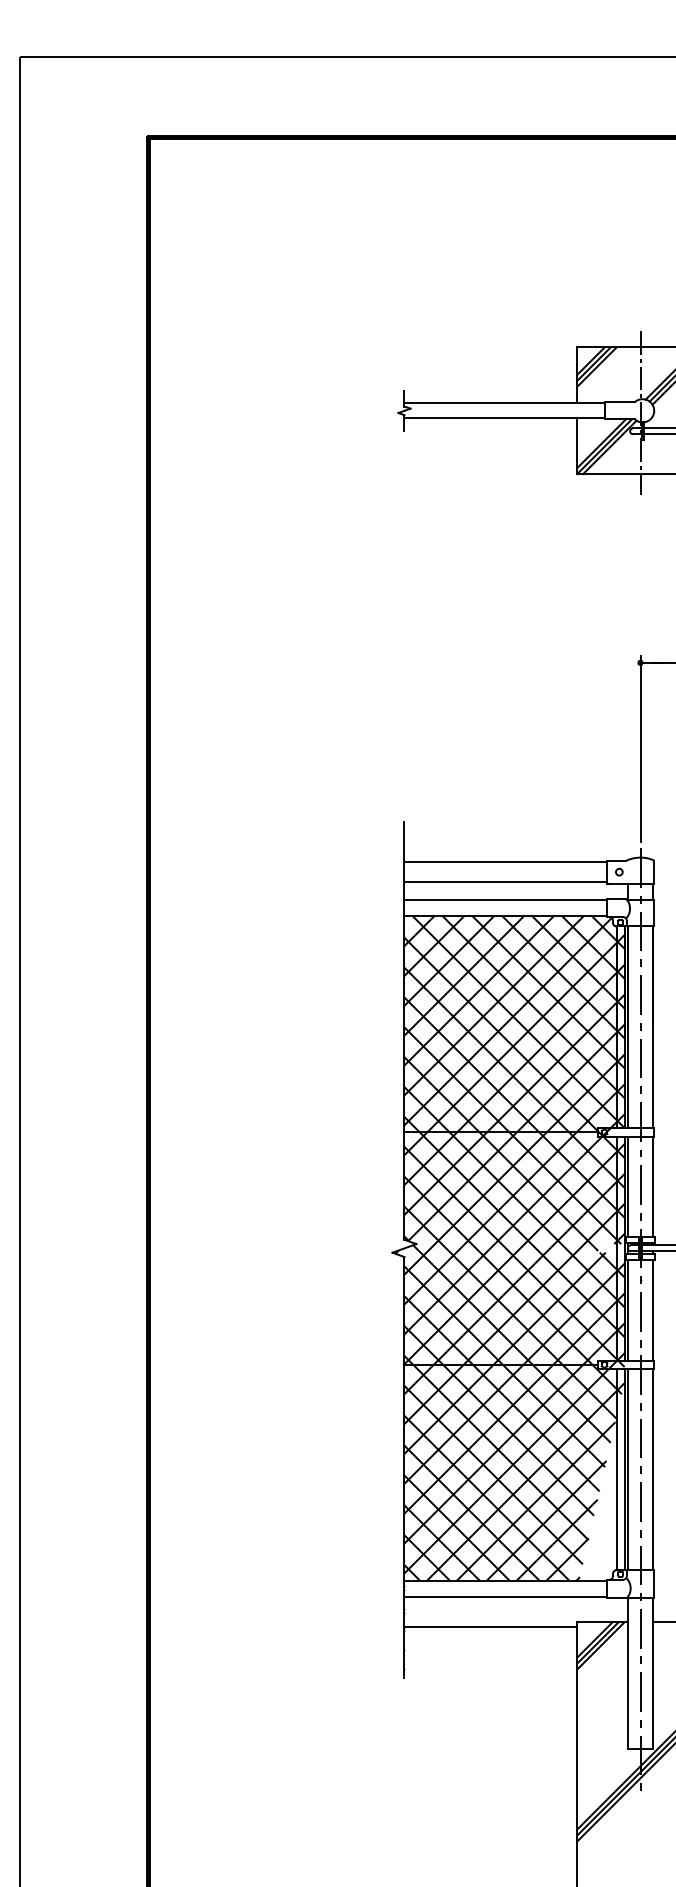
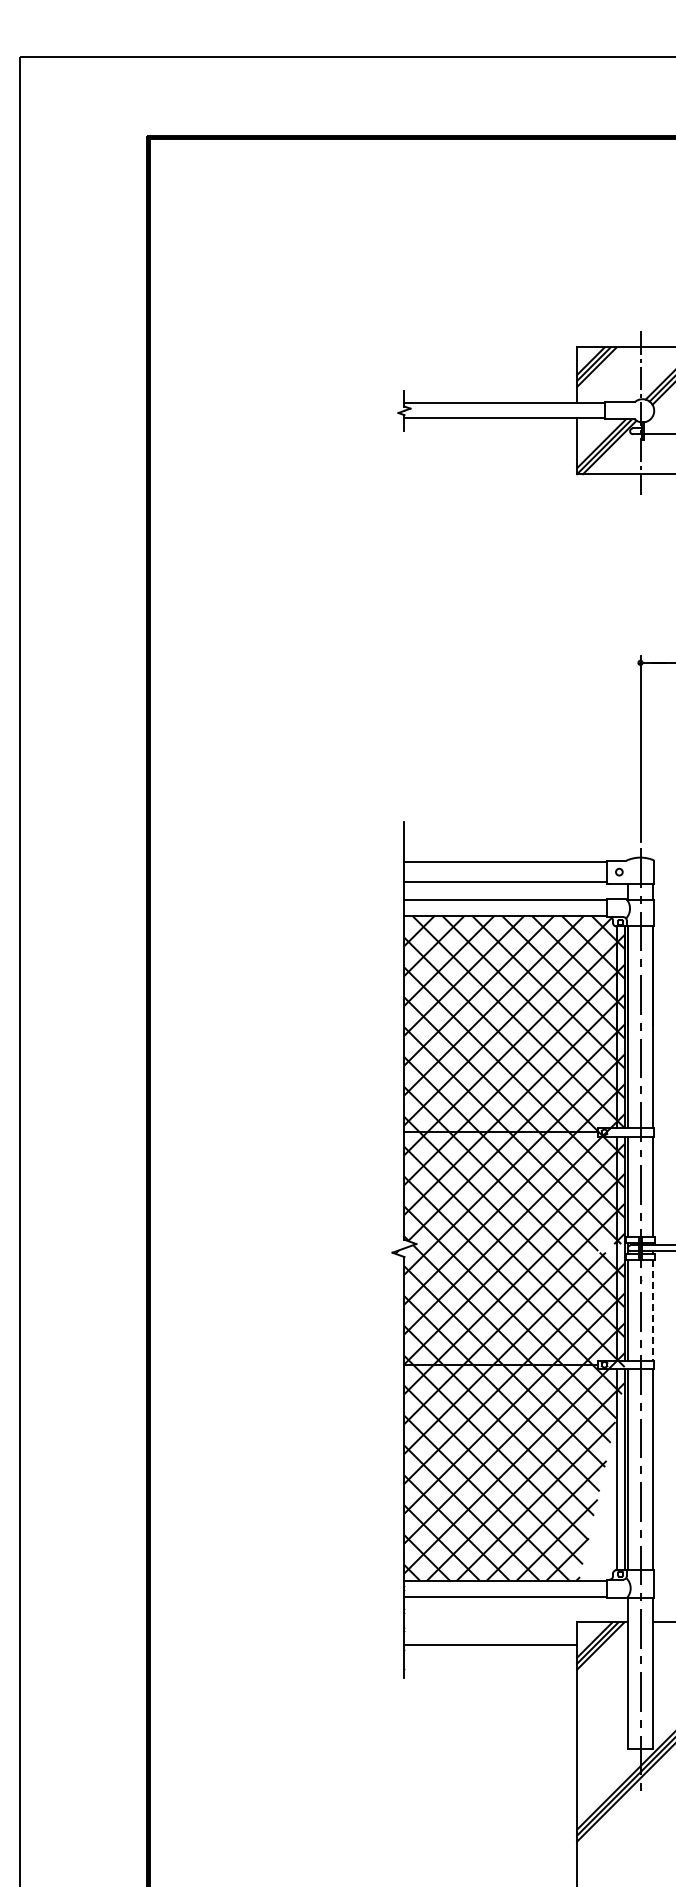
line at (658, 428): present -> none
line at (653, 1310): solid -> dashed
line at (490, 1626) position: (490, 1626) -> (490, 1644)
